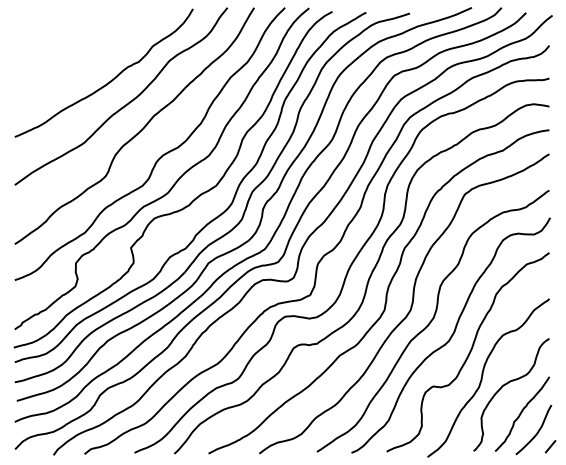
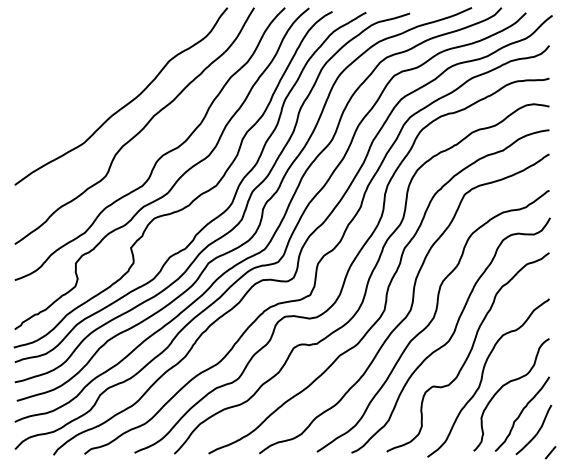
curve at (111, 79): present -> none
line at (550, 446) position: (550, 446) -> (550, 452)
